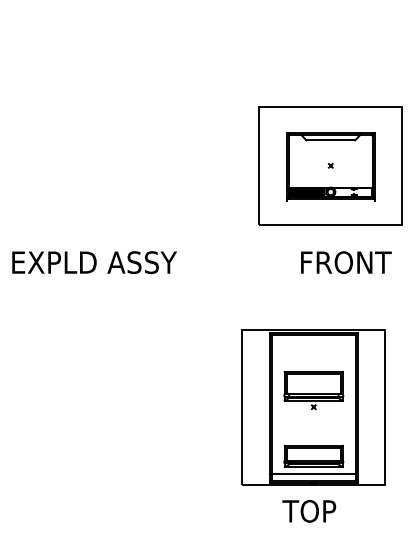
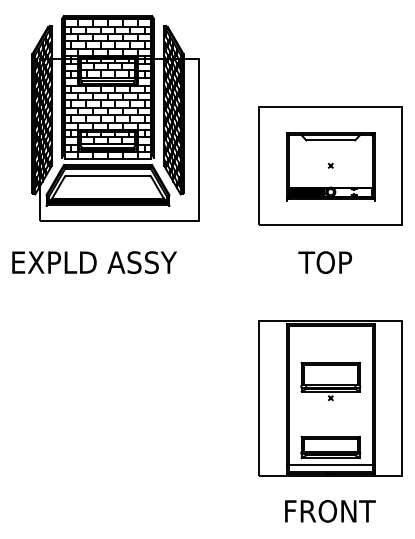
part at (115, 118): none -> present
text at (344, 262): FRONT -> TOP
part at (313, 407) position: (313, 407) -> (330, 398)
text at (328, 511): TOP -> FRONT
